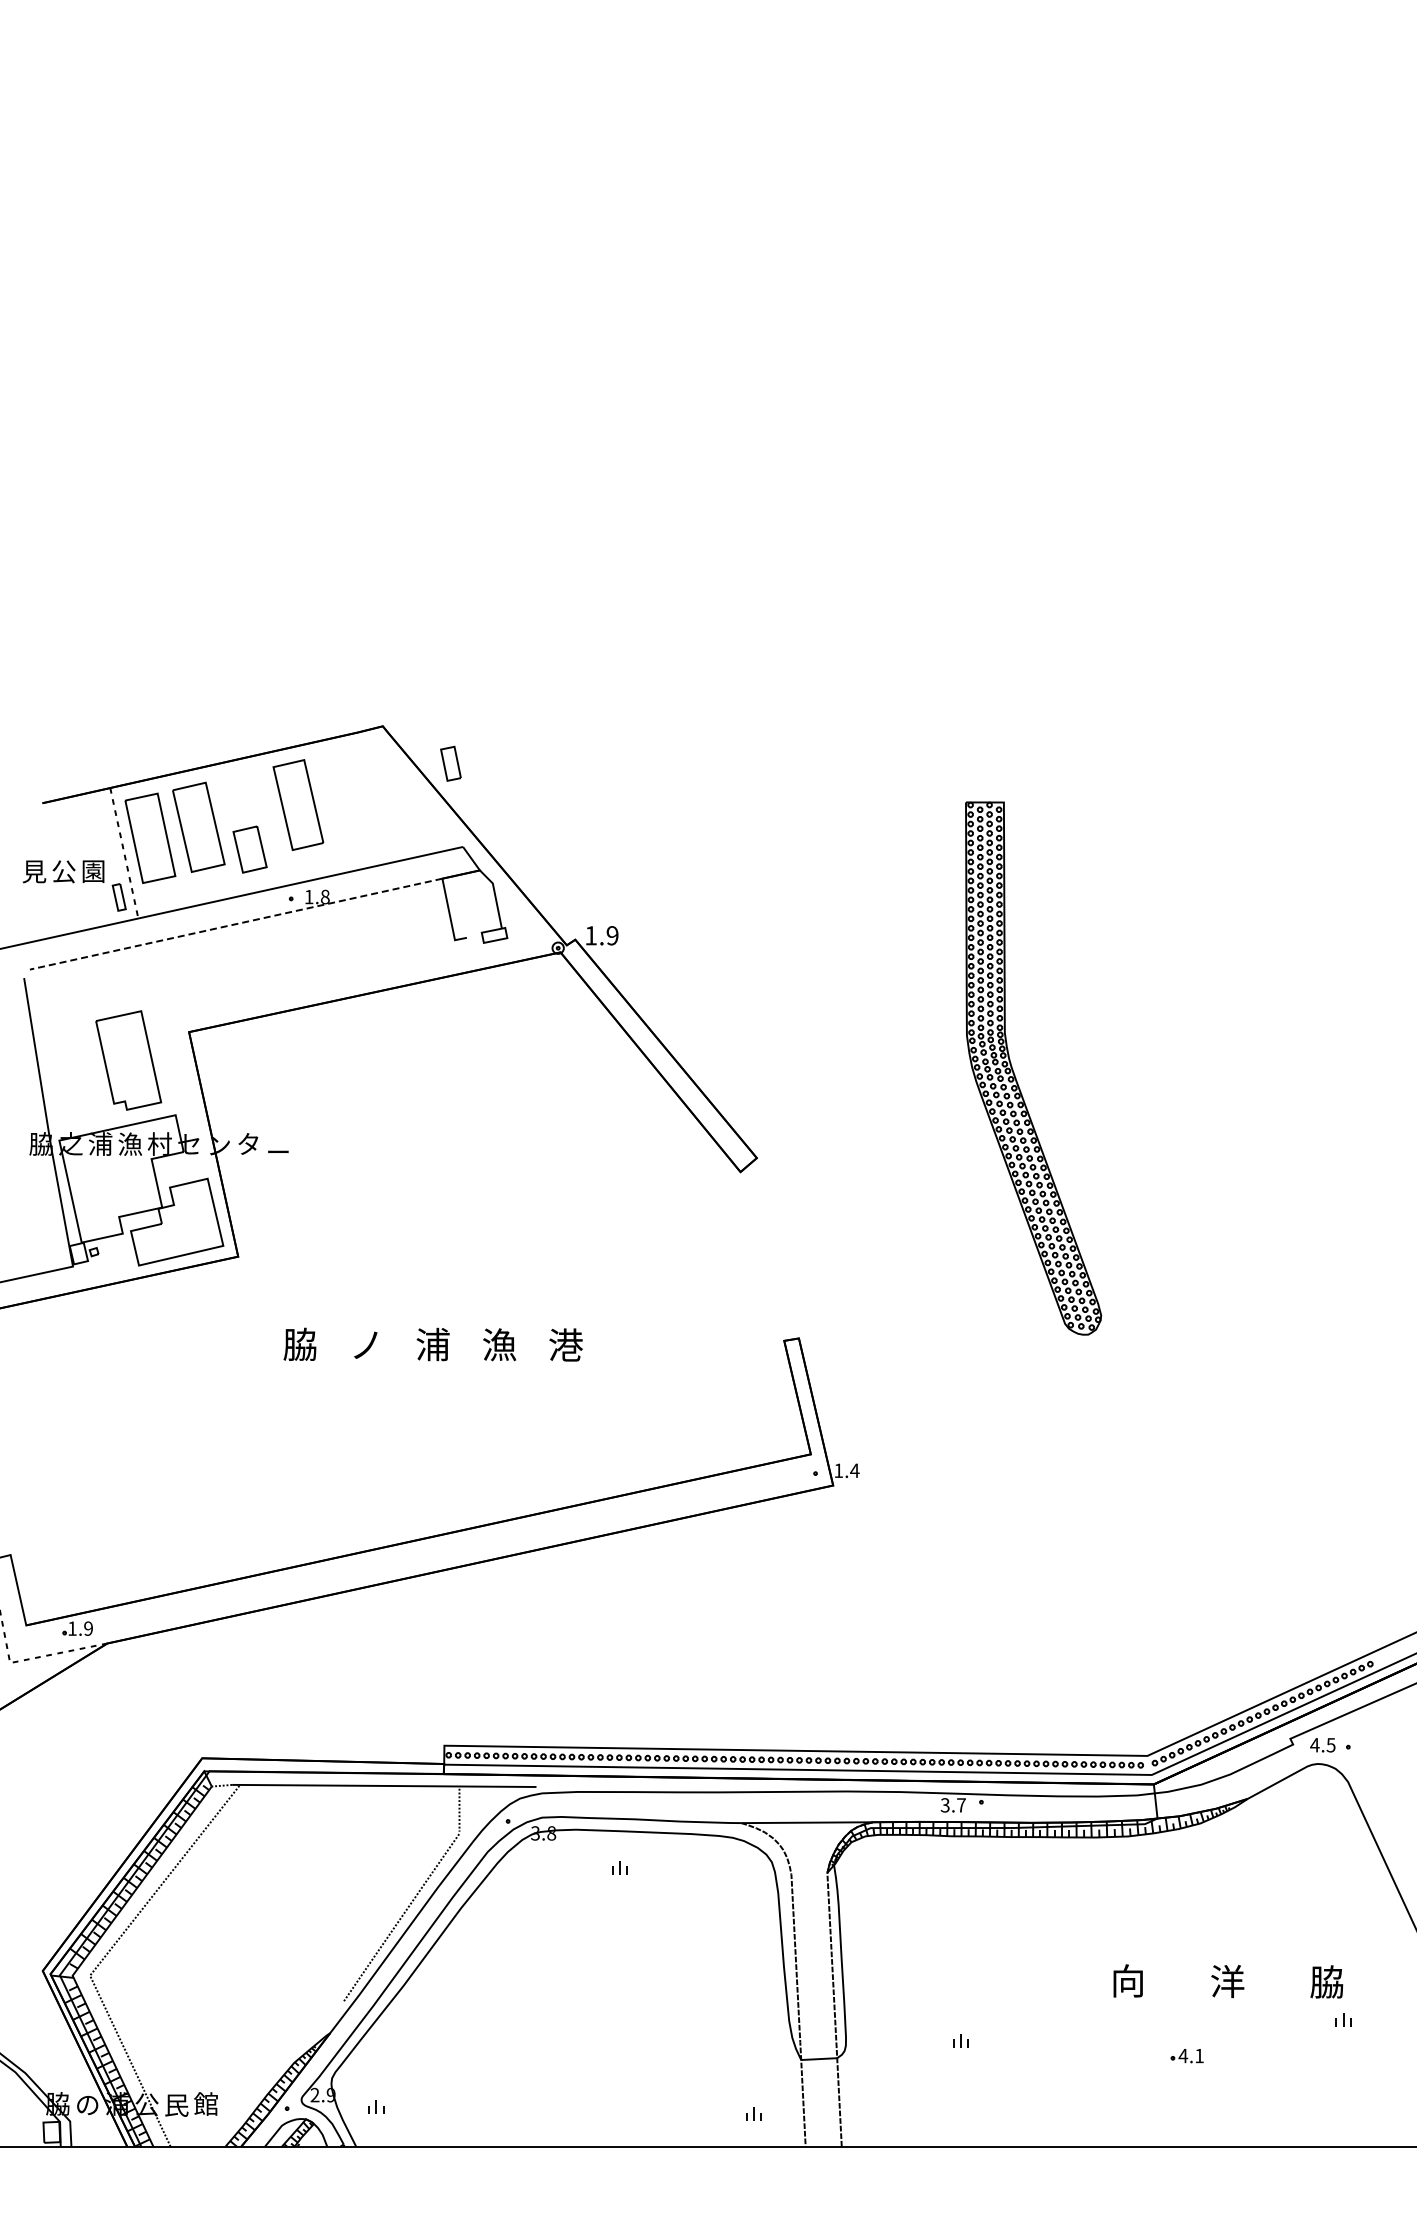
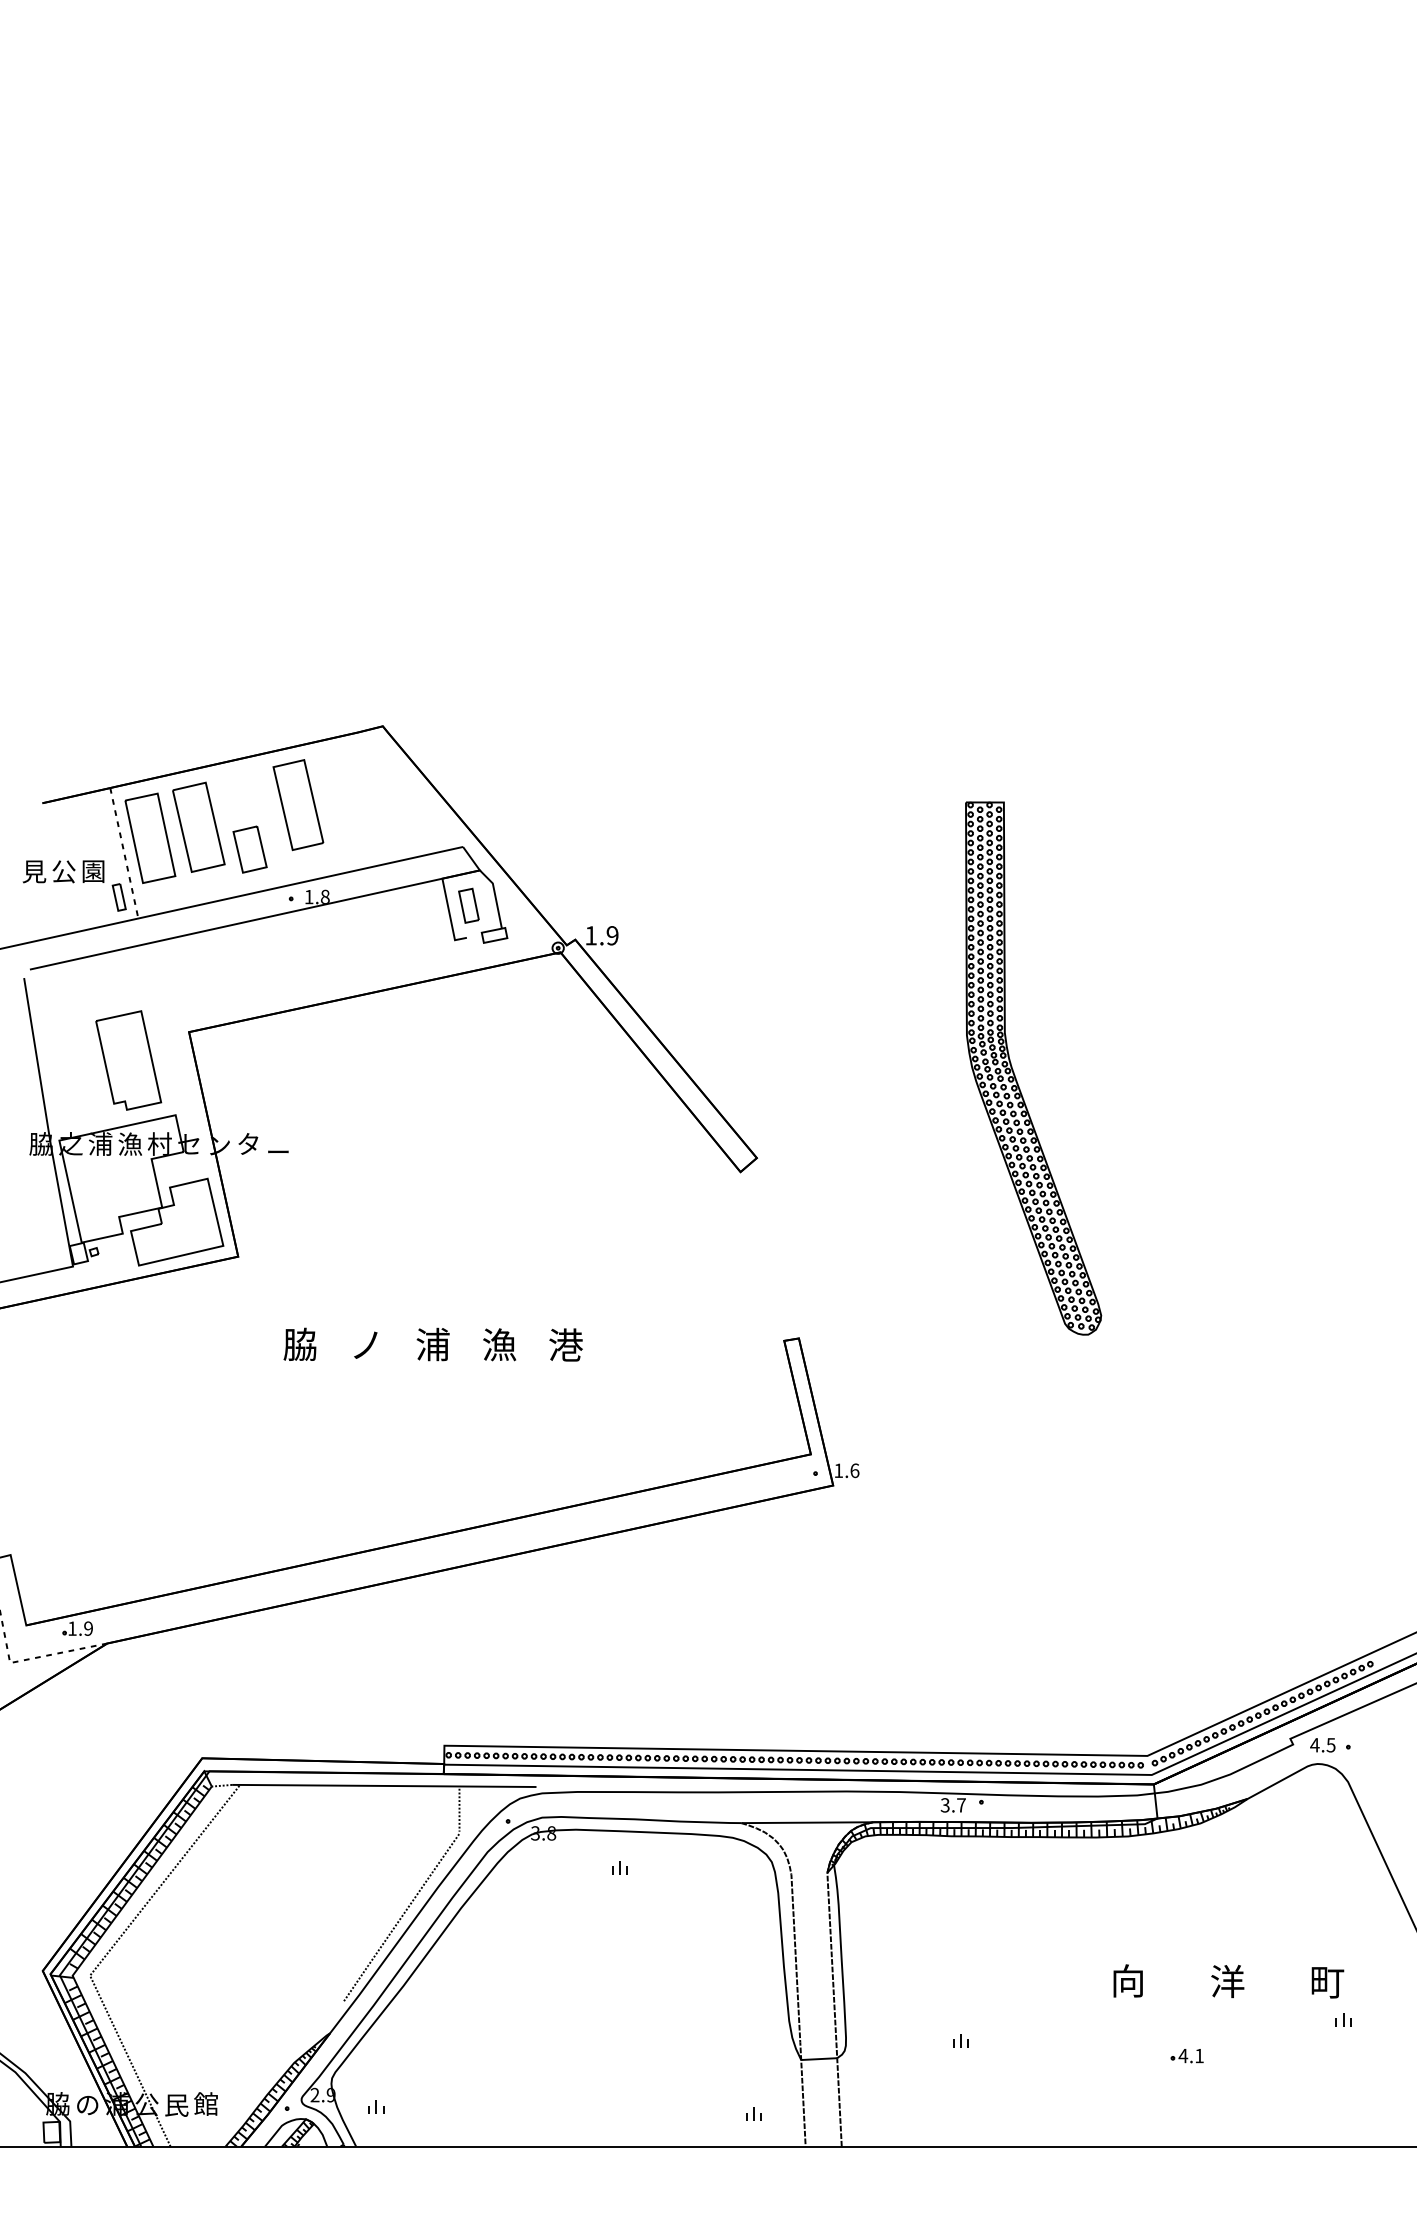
part at (450, 763) position: (450, 763) -> (468, 905)
line at (235, 924): dashed -> solid
text at (854, 1470): 1.4 -> 1.6
text at (1327, 1981): 脇 -> 町
